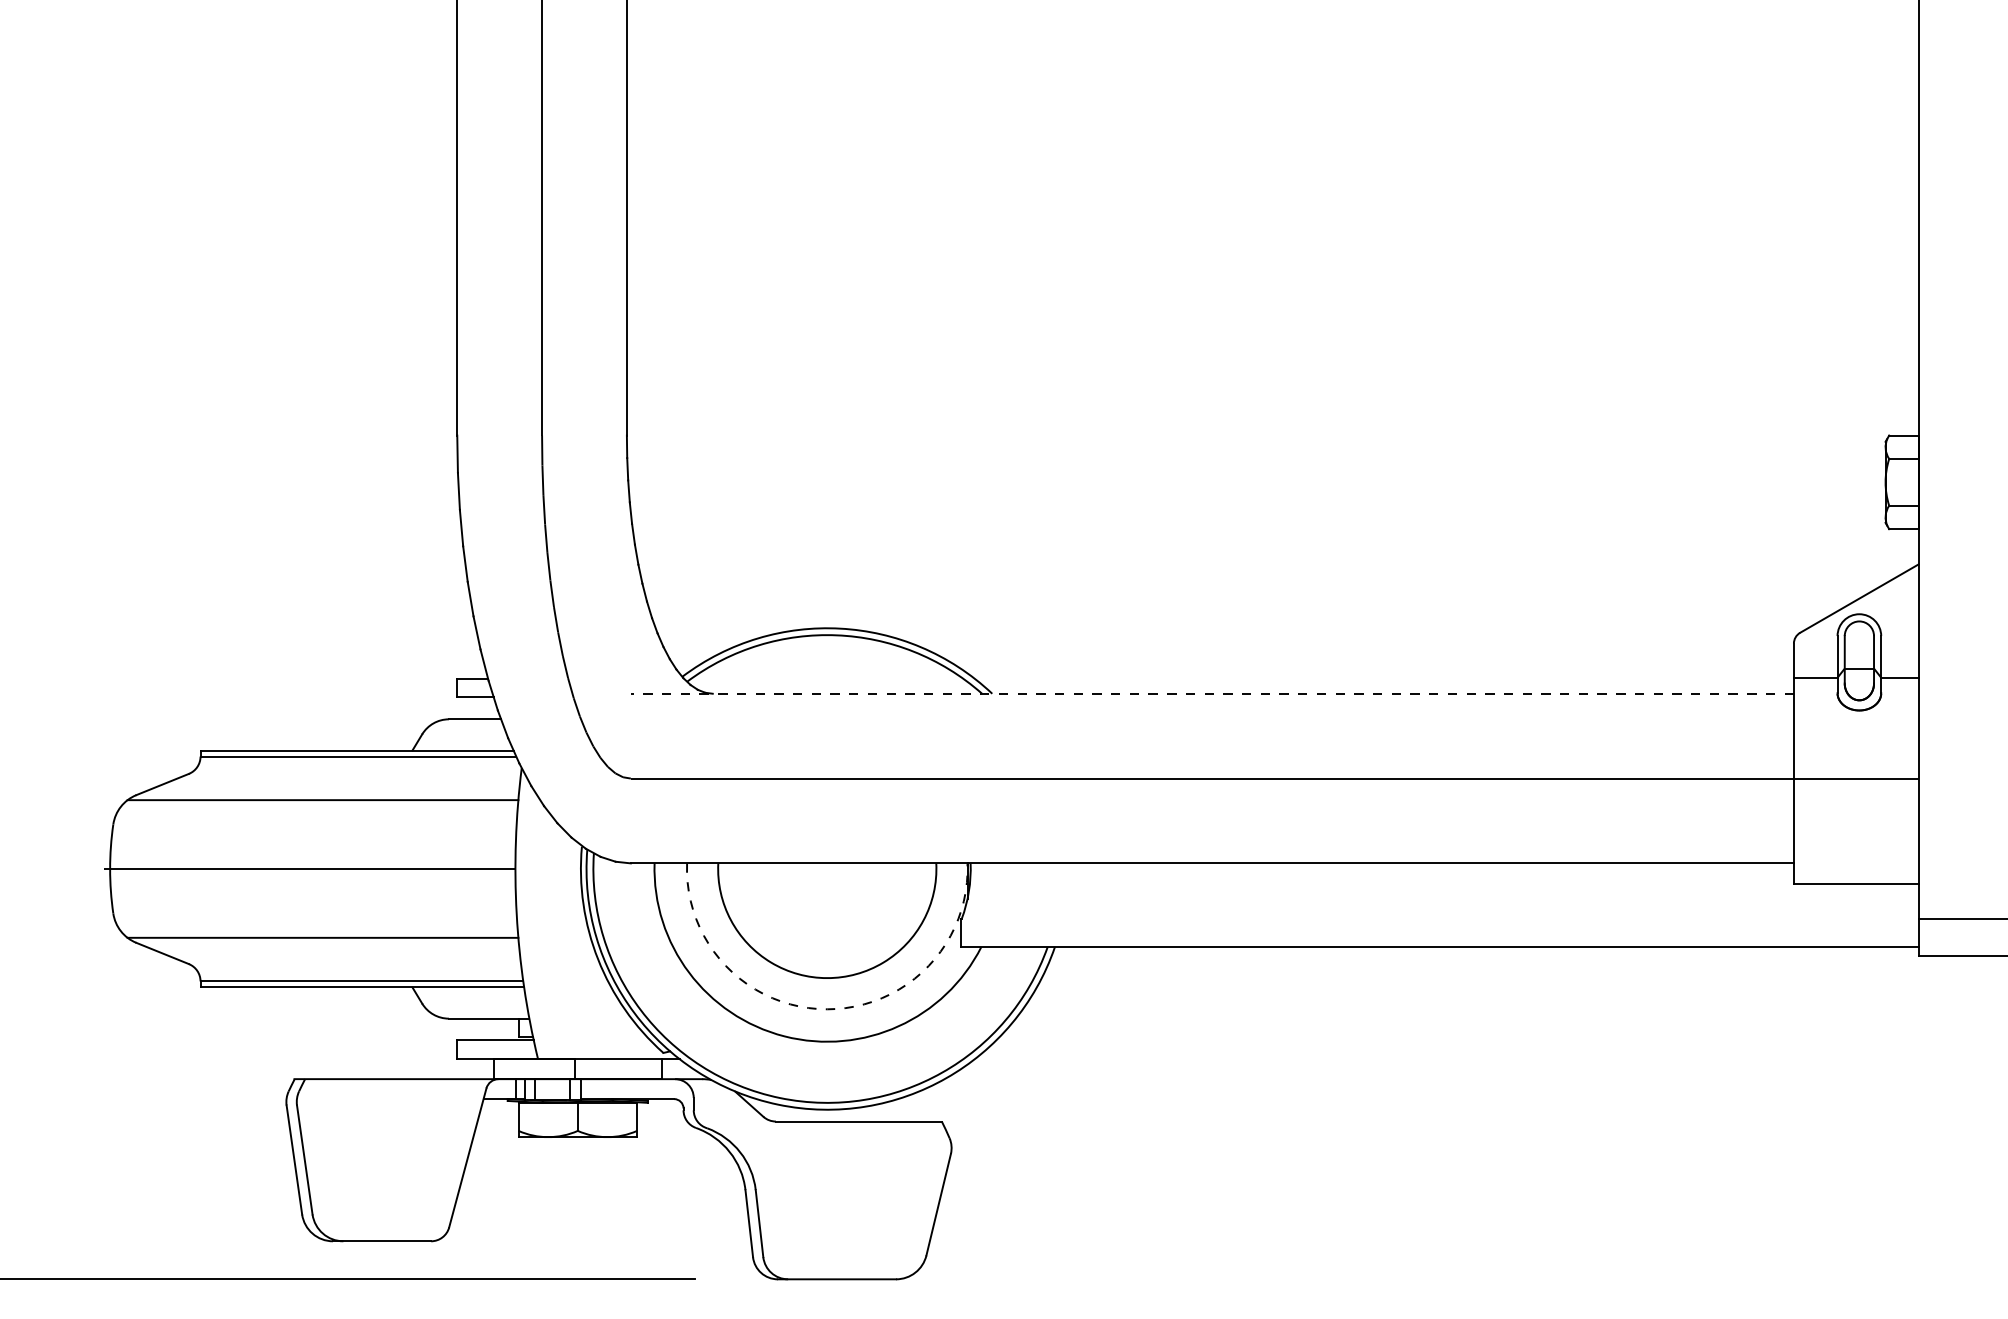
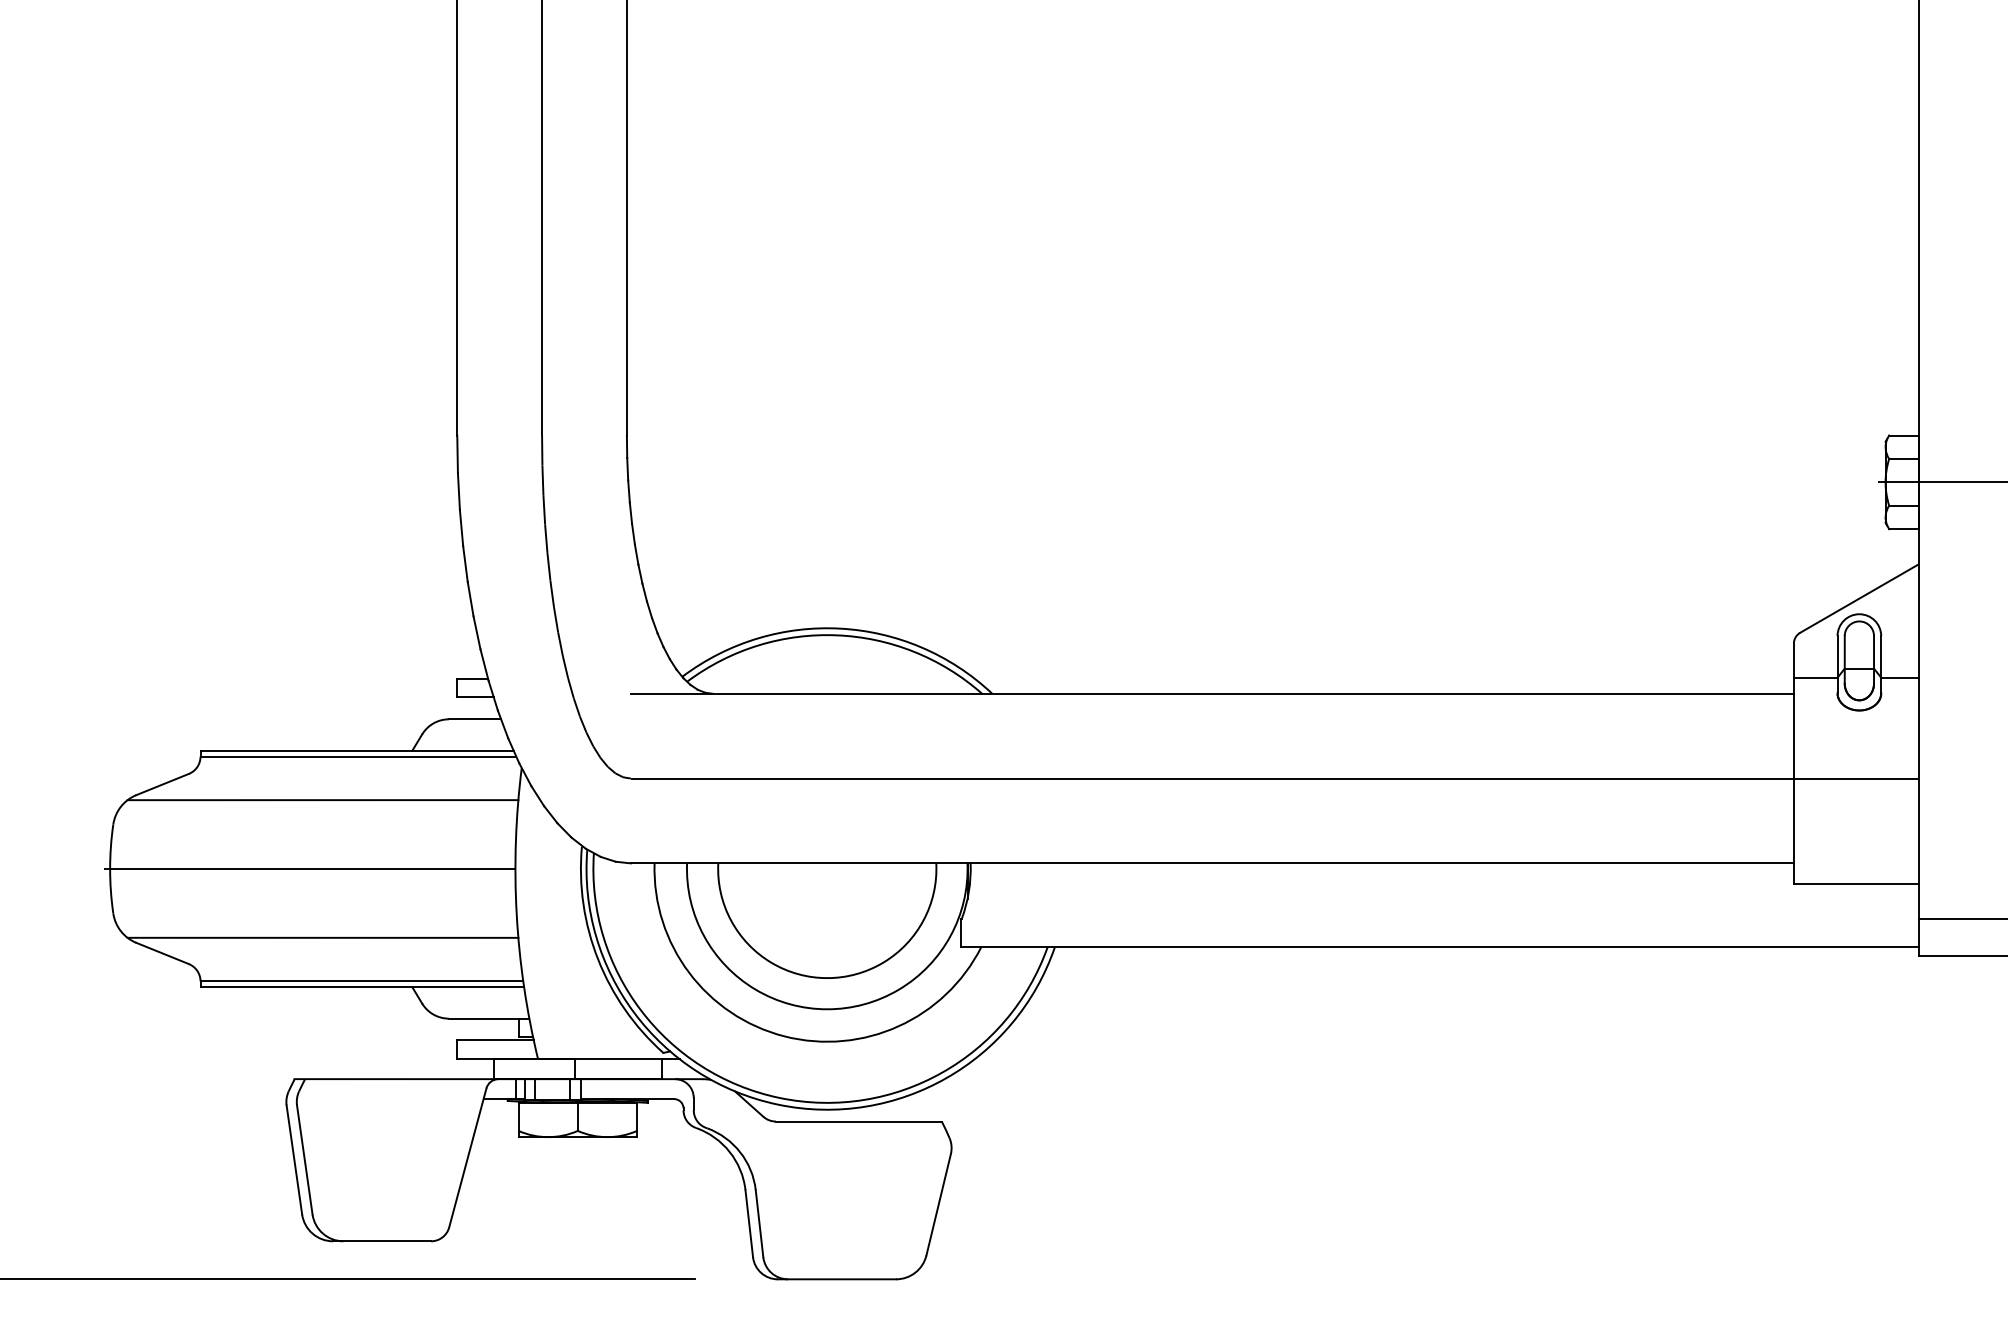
line at (1941, 482): none -> present
line at (1212, 693): dashed -> solid
arc at (827, 1009): dashed -> solid
